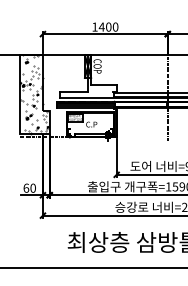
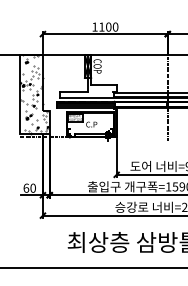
text at (101, 26): 1400 -> 1100
